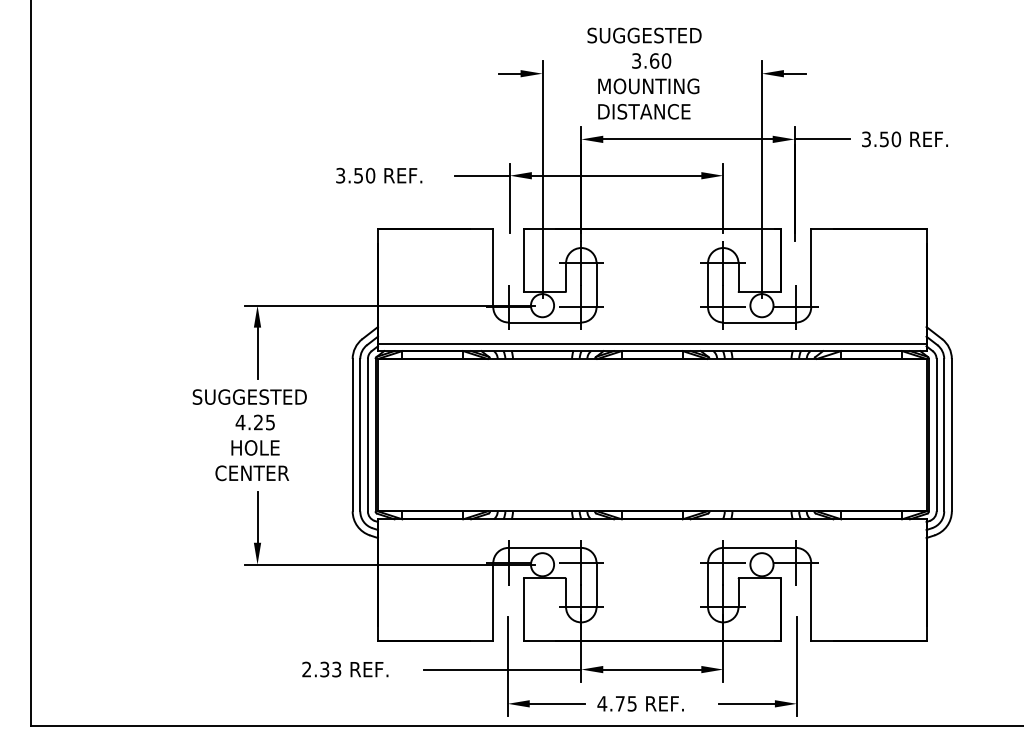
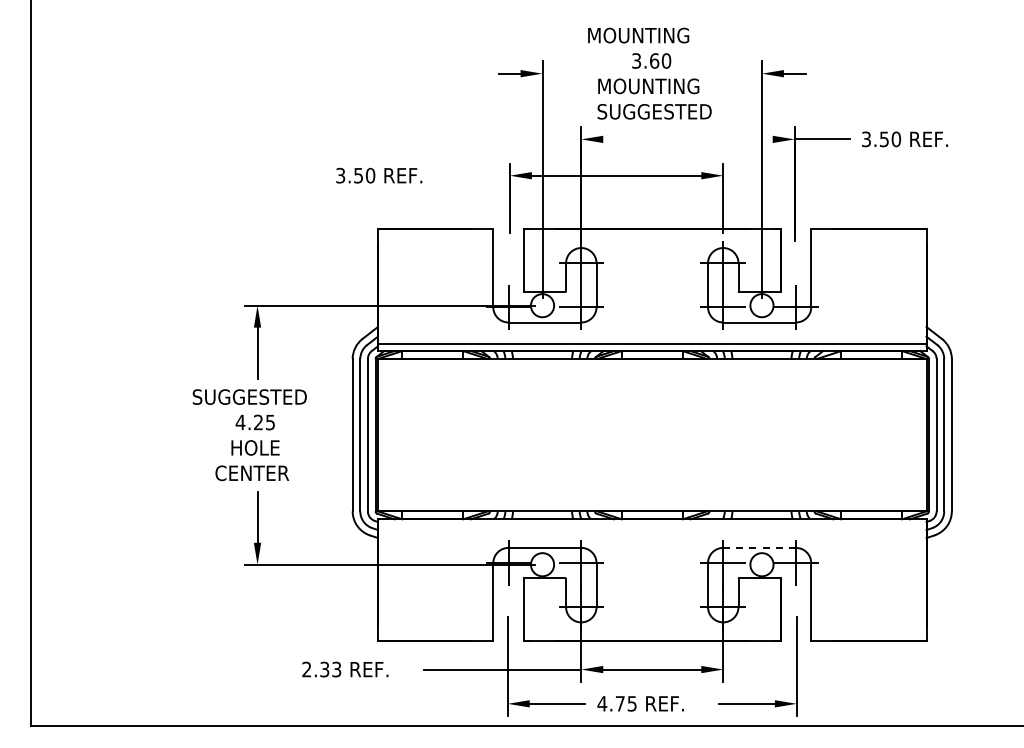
text at (644, 35): SUGGESTED -> MOUNTING
text at (654, 111): DISTANCE -> SUGGESTED
line at (687, 139): present -> none
line at (481, 175): present -> none
line at (760, 547): solid -> dashed
